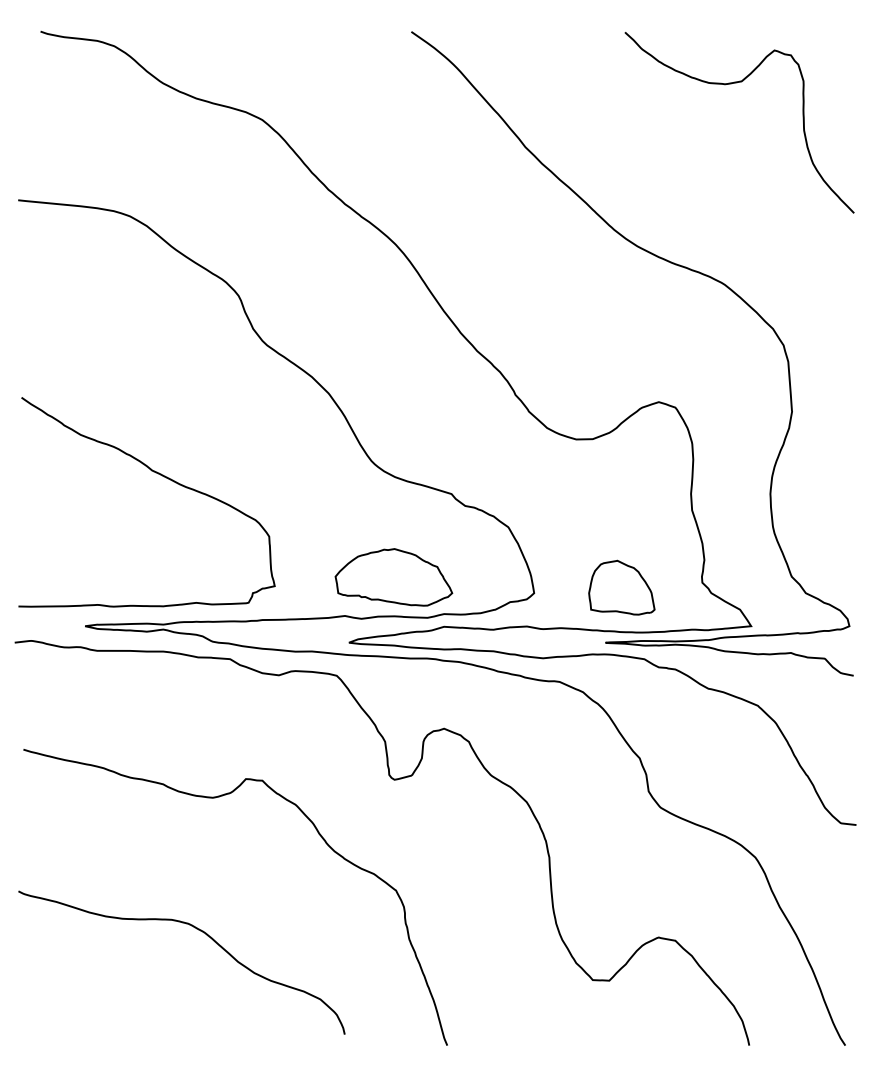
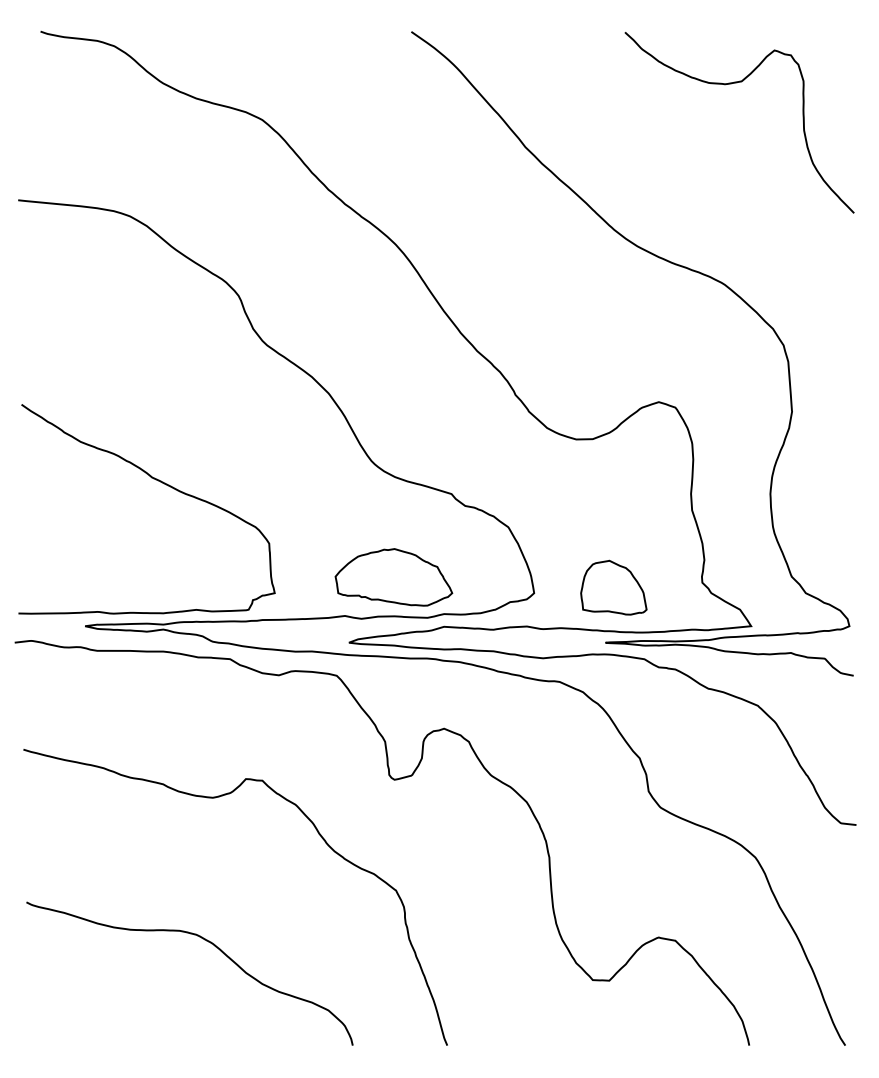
curve at (160, 475) position: (160, 475) -> (160, 482)
part at (621, 587) position: (621, 587) -> (613, 587)
curve at (198, 930) position: (198, 930) -> (206, 941)
